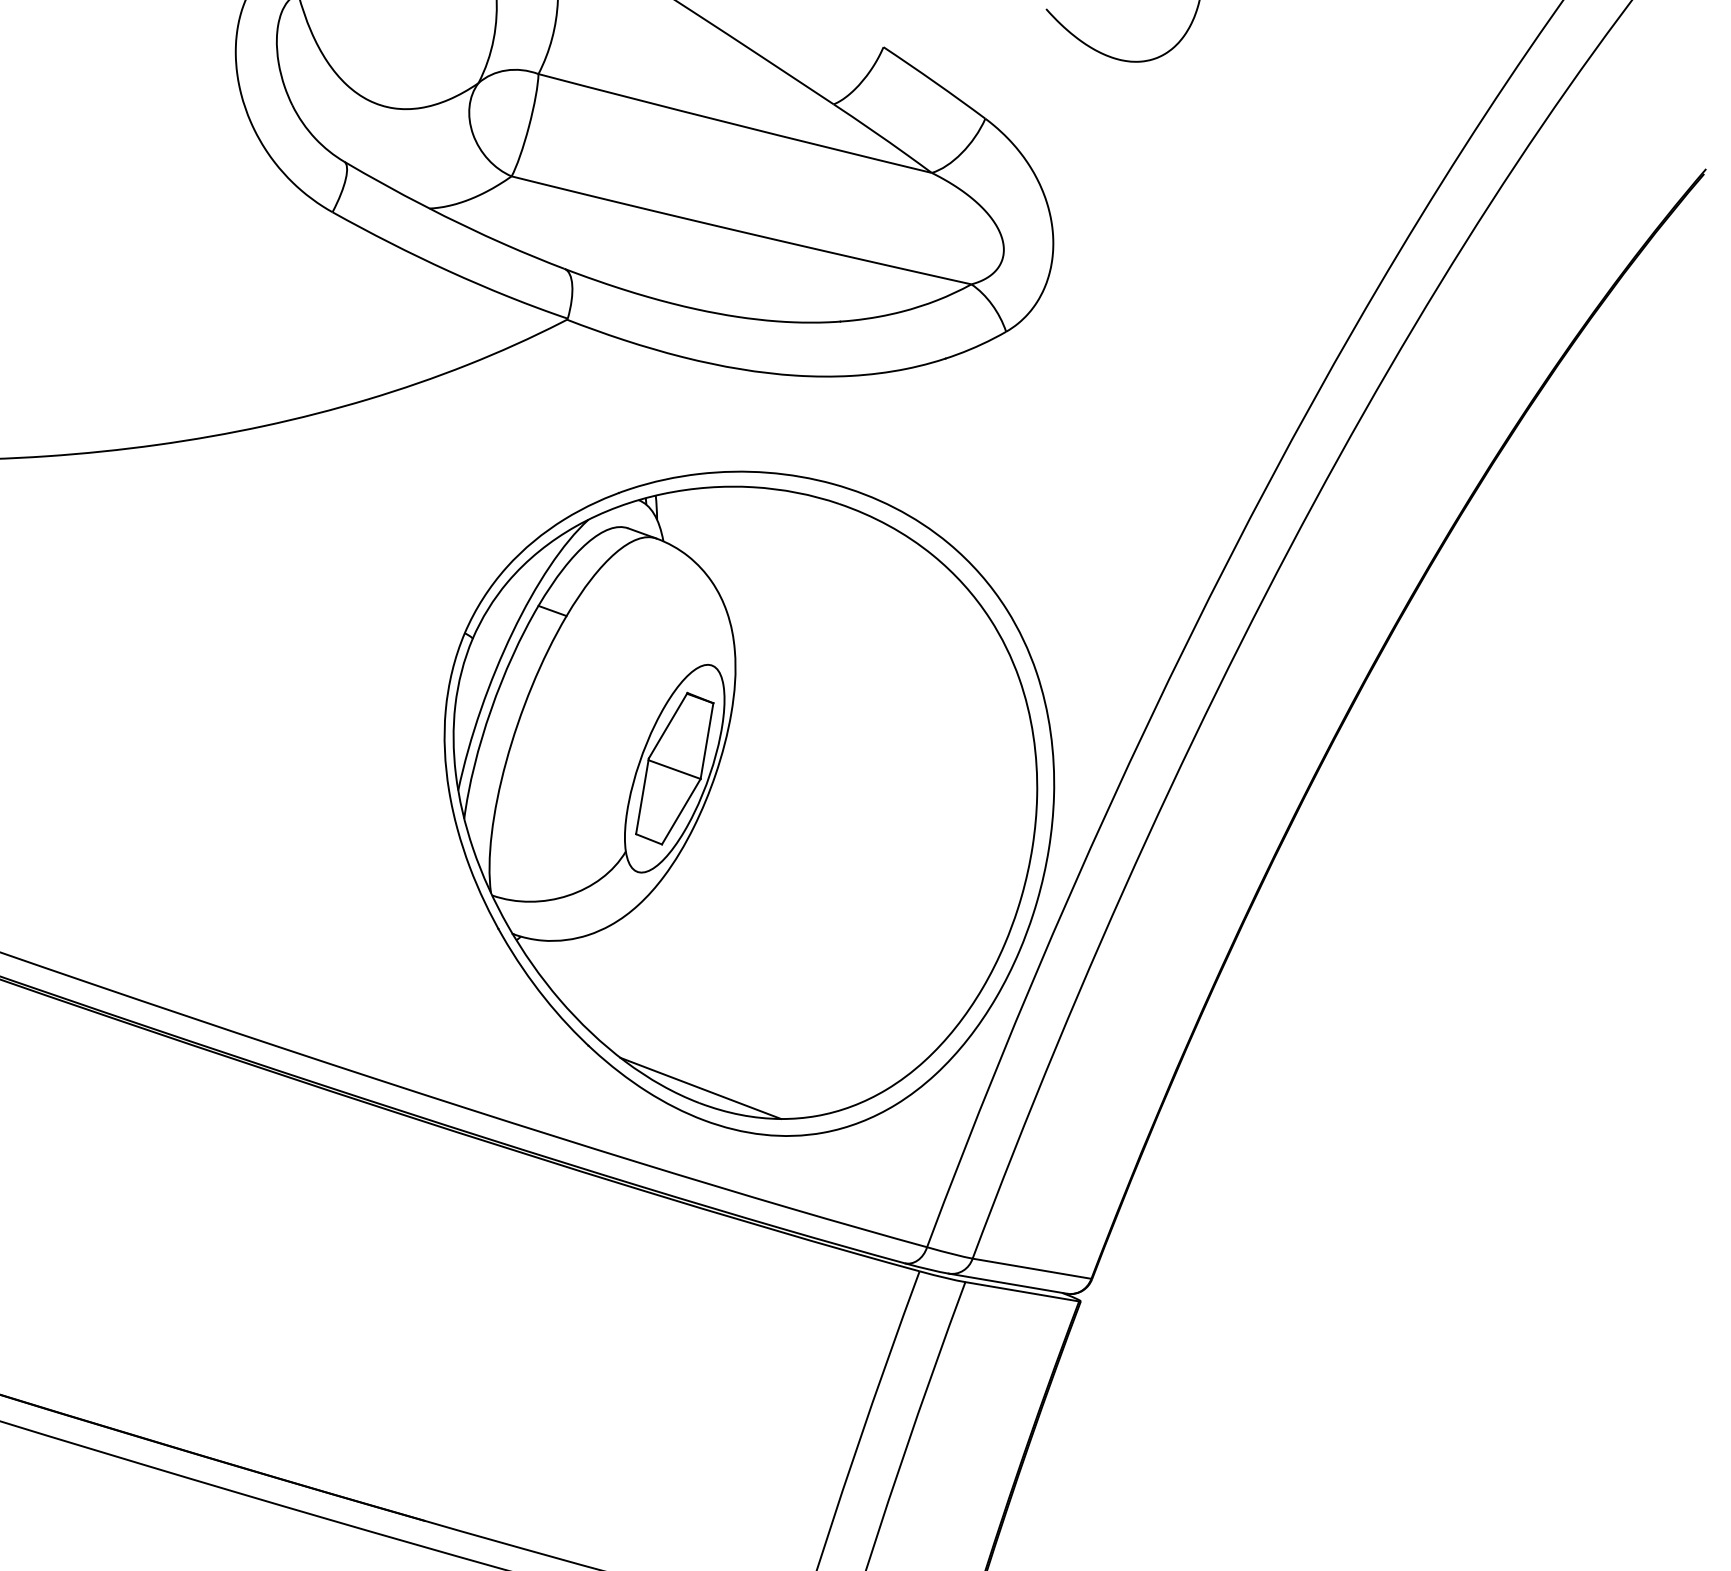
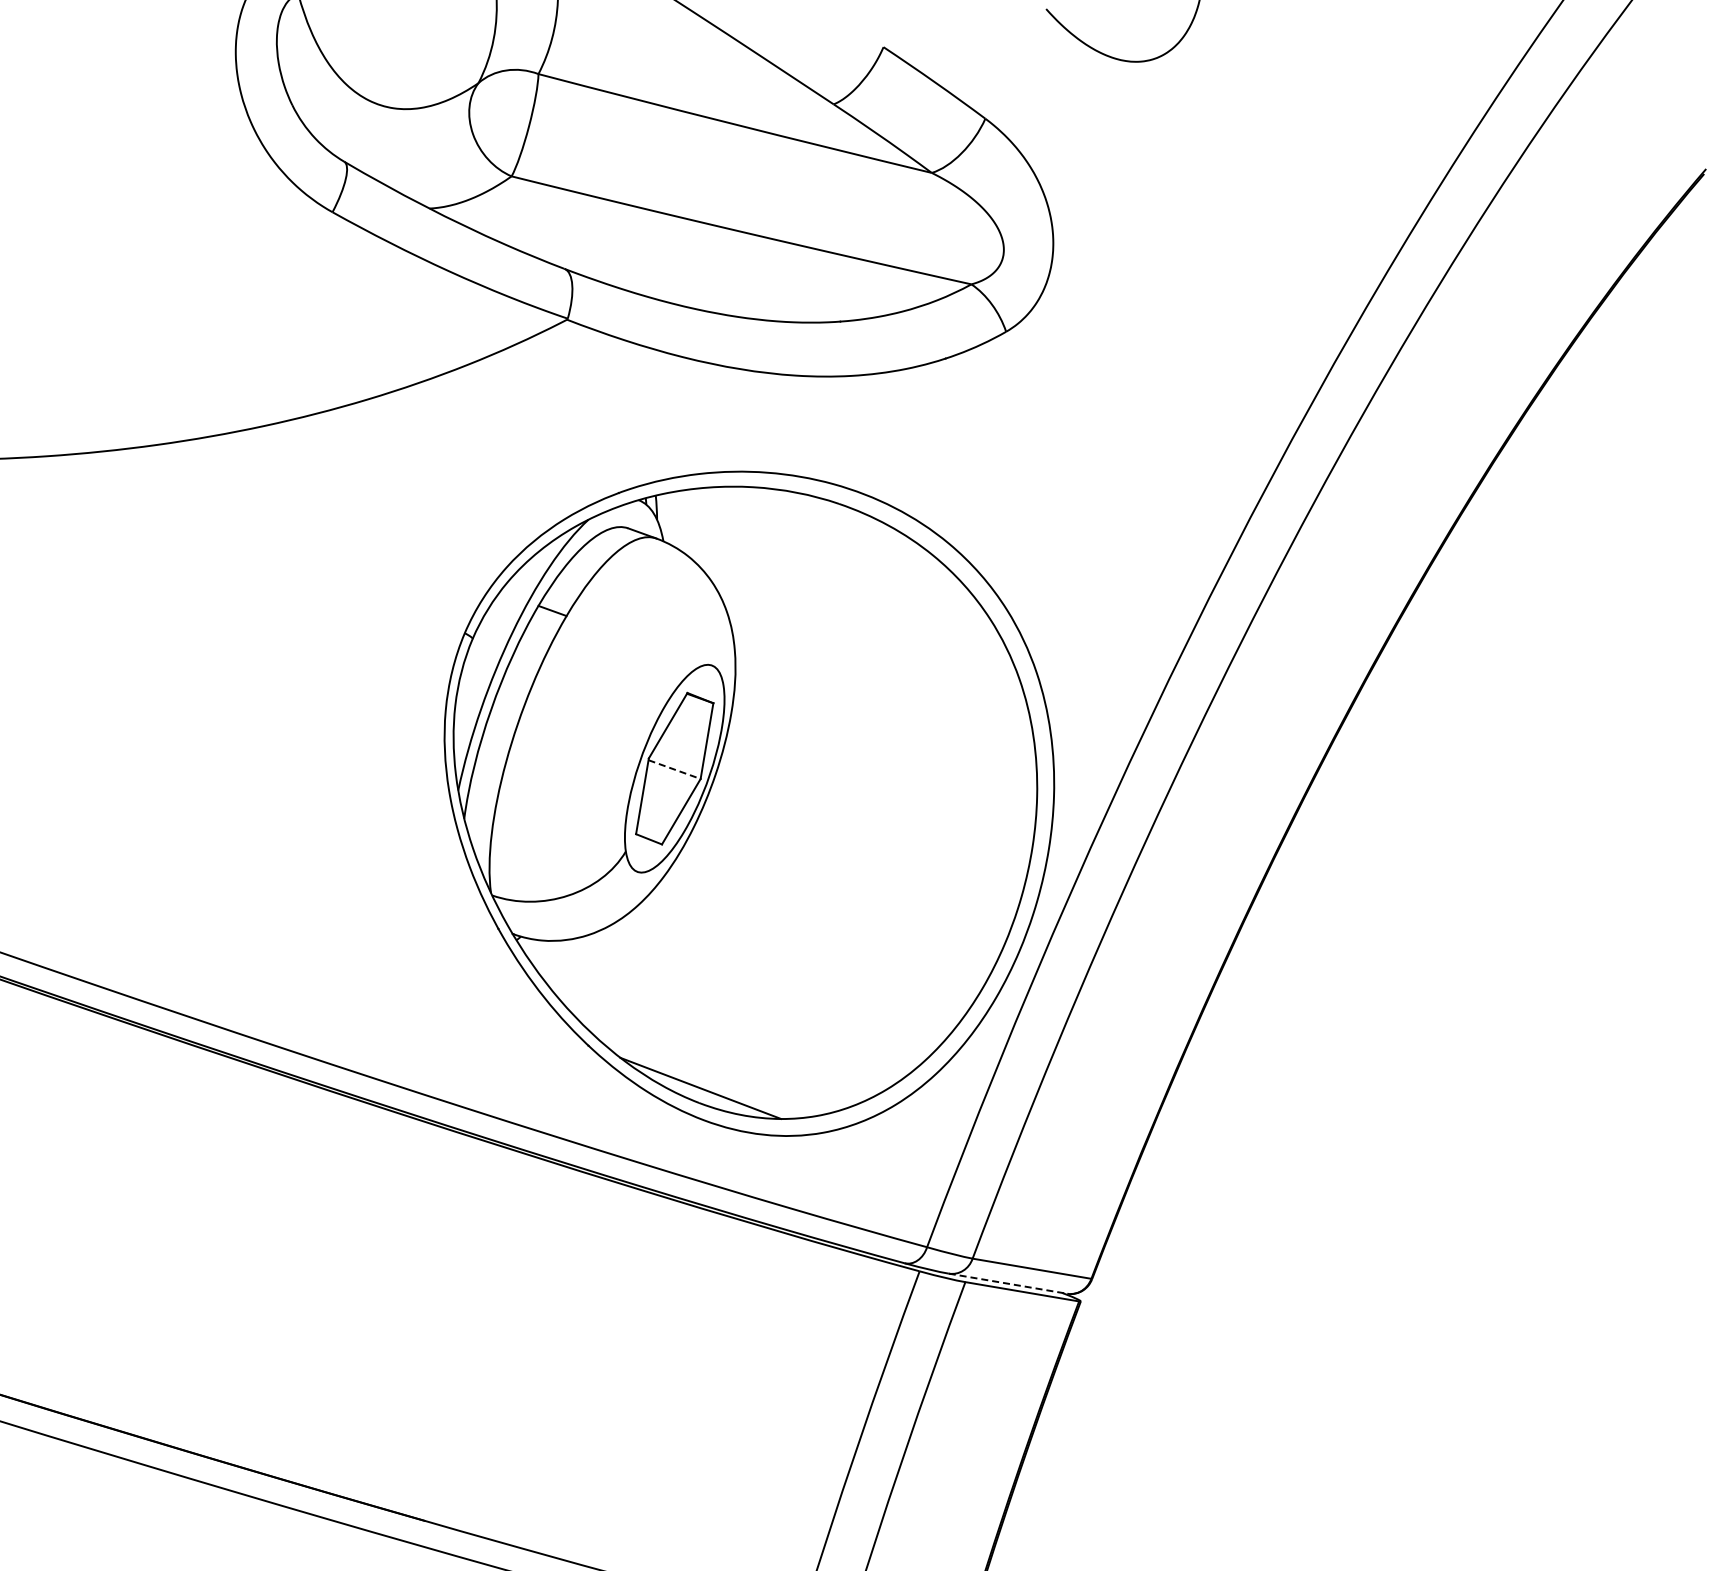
line at (674, 769): solid -> dashed
line at (1008, 1283): solid -> dashed
